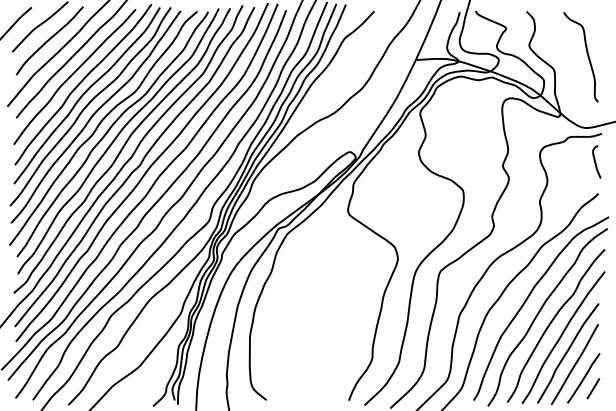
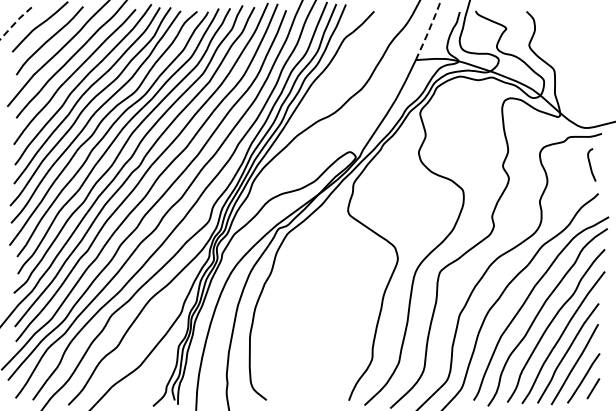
line at (15, 22): solid -> dashed
line at (428, 30): solid -> dashed
curve at (587, 57): present -> none
curve at (595, 161) position: (595, 161) -> (590, 164)
